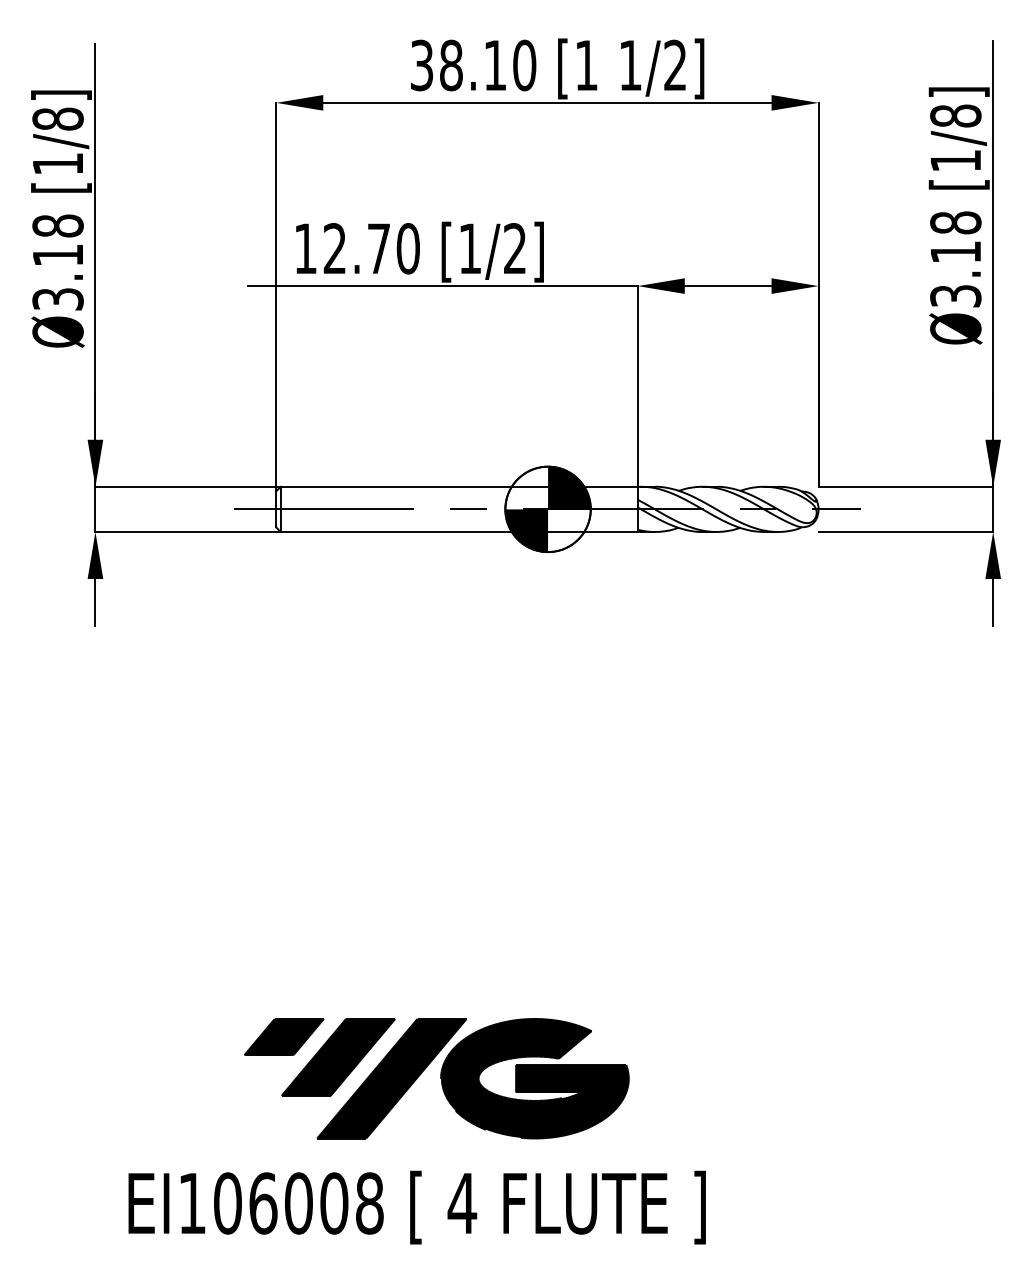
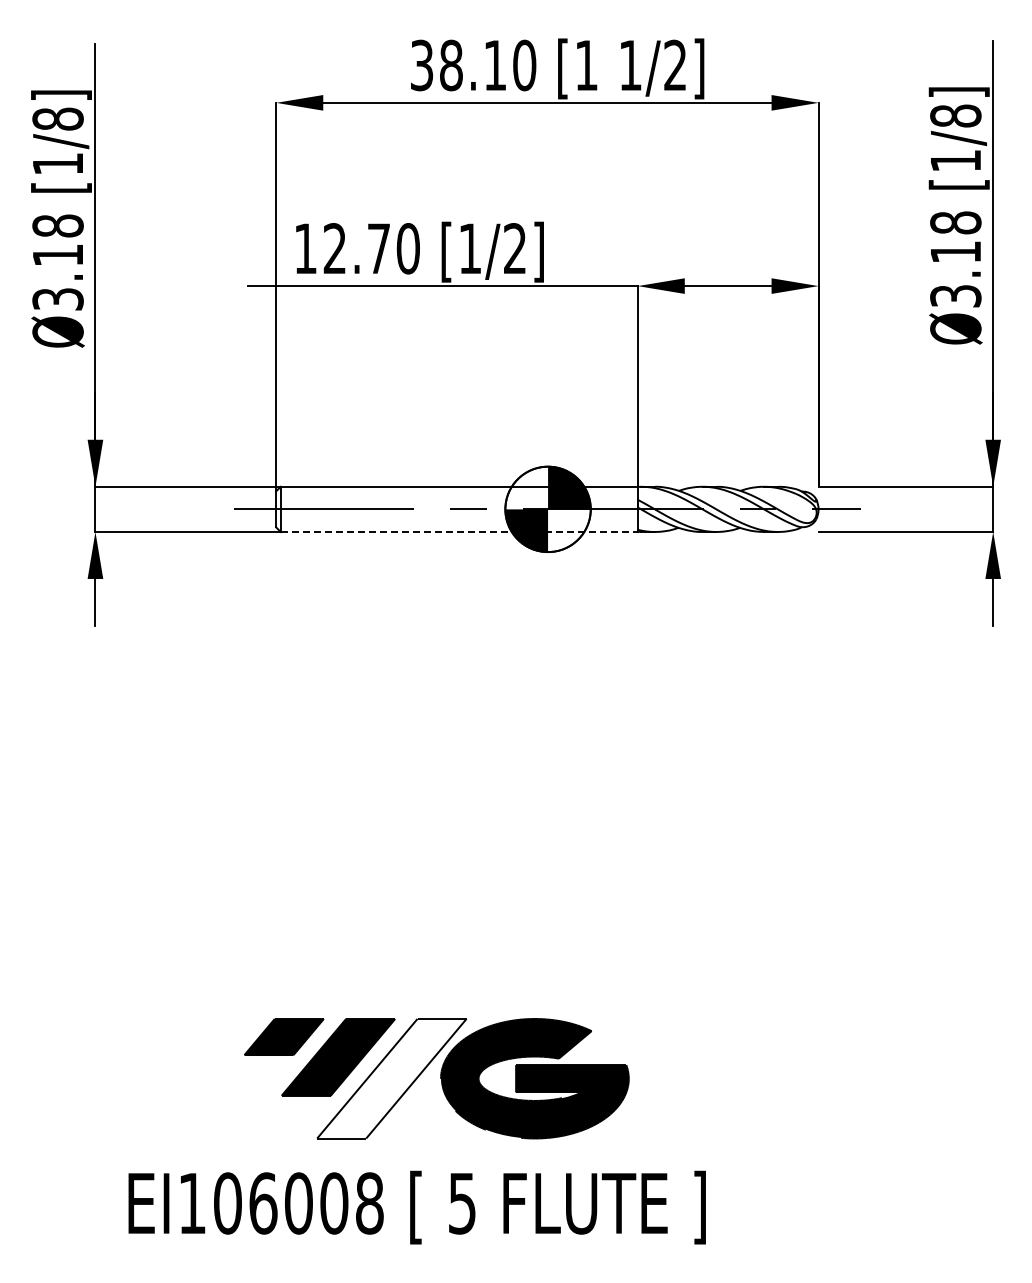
line at (459, 531): solid -> dashed
fill at (391, 1078): present -> none
text at (462, 1203): 4 -> 5
